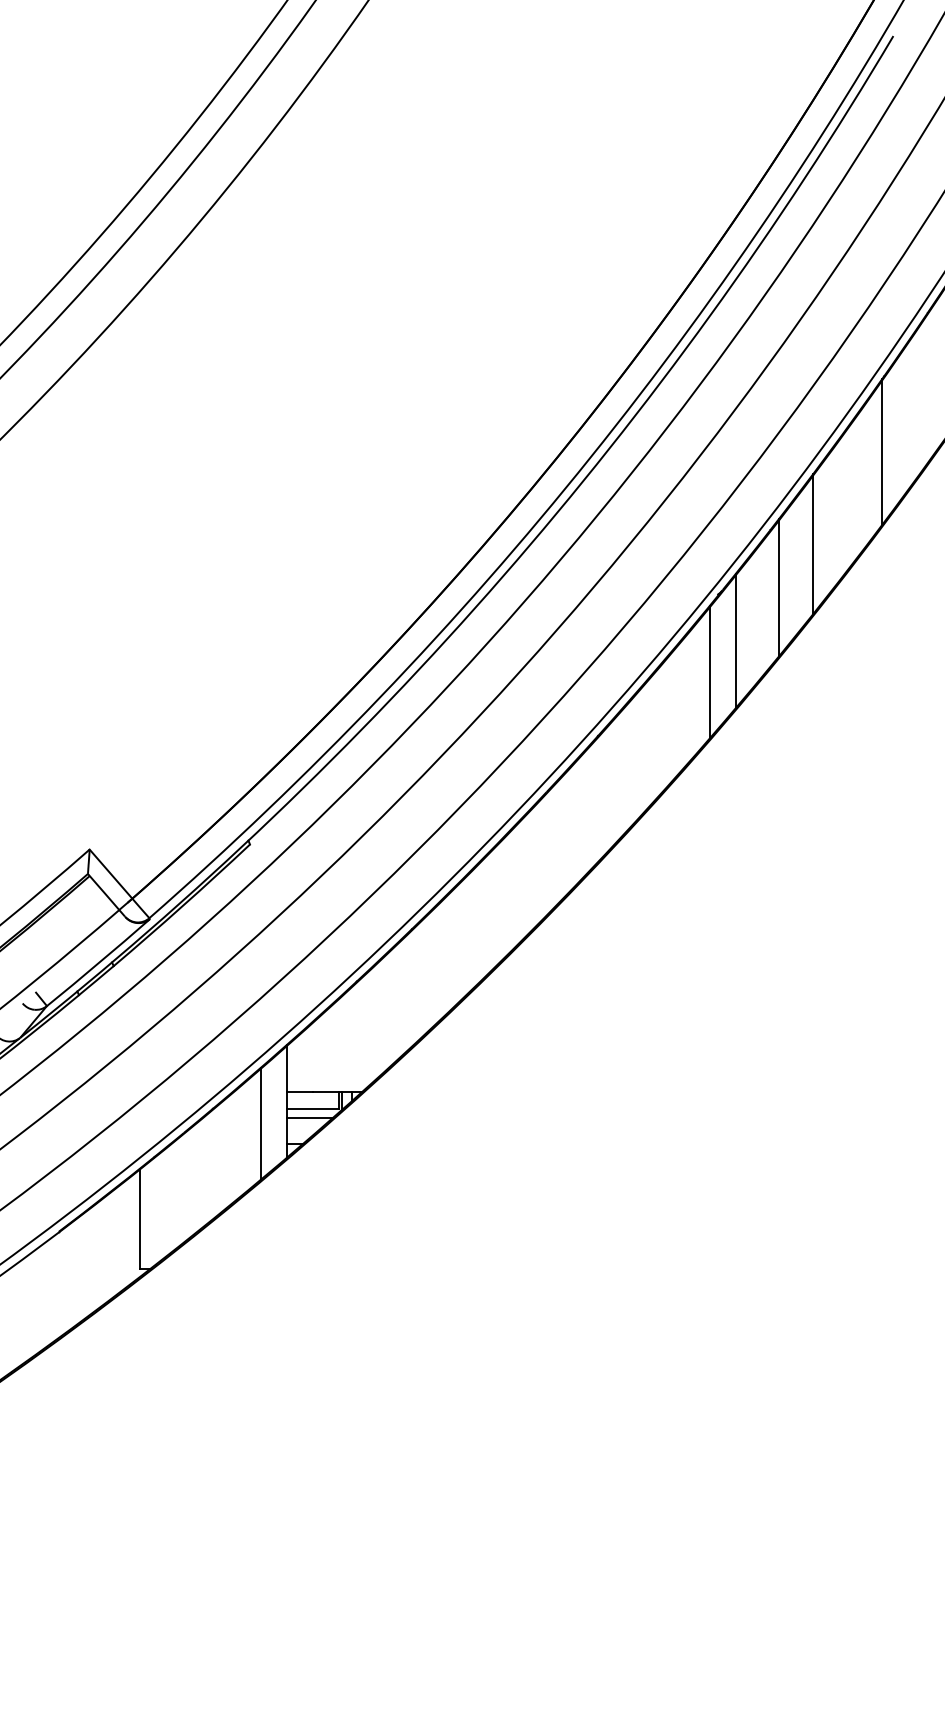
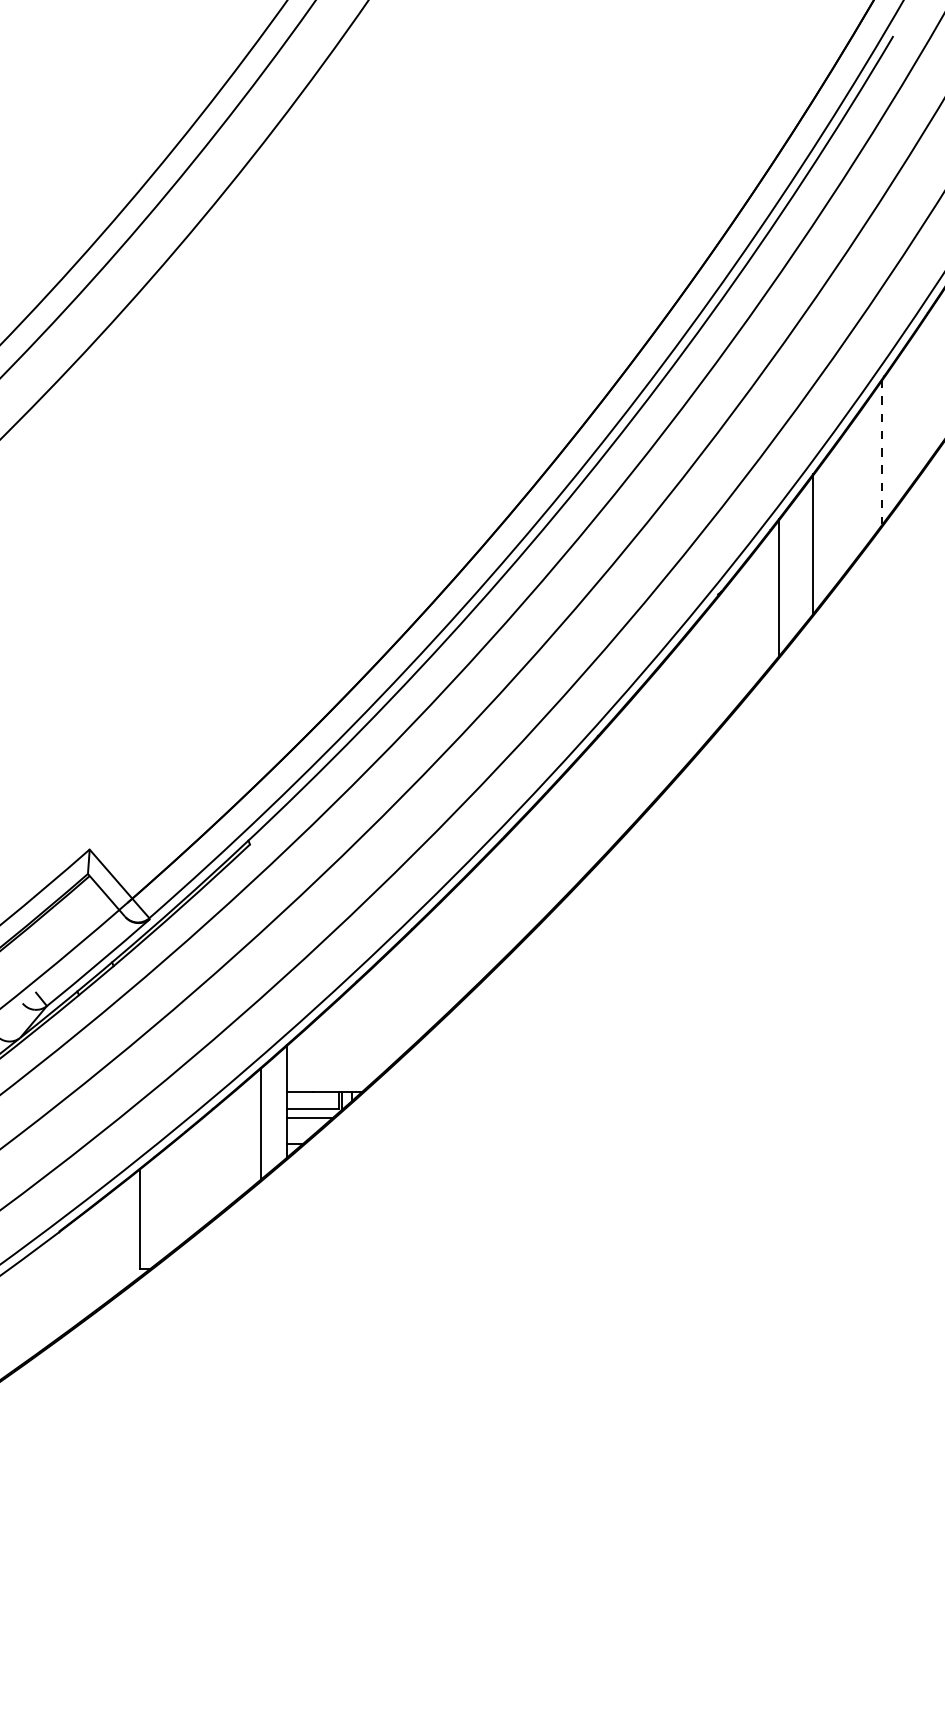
line at (882, 451): solid -> dashed
line at (735, 641): present -> none
line at (709, 671): present -> none
